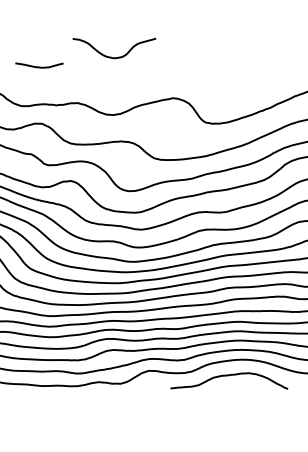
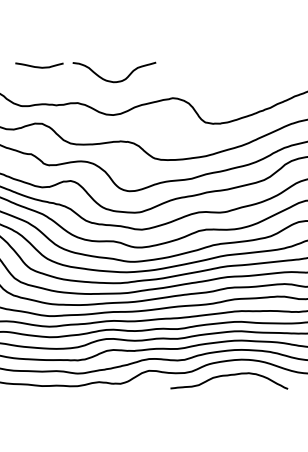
curve at (111, 56) position: (111, 56) -> (111, 80)
